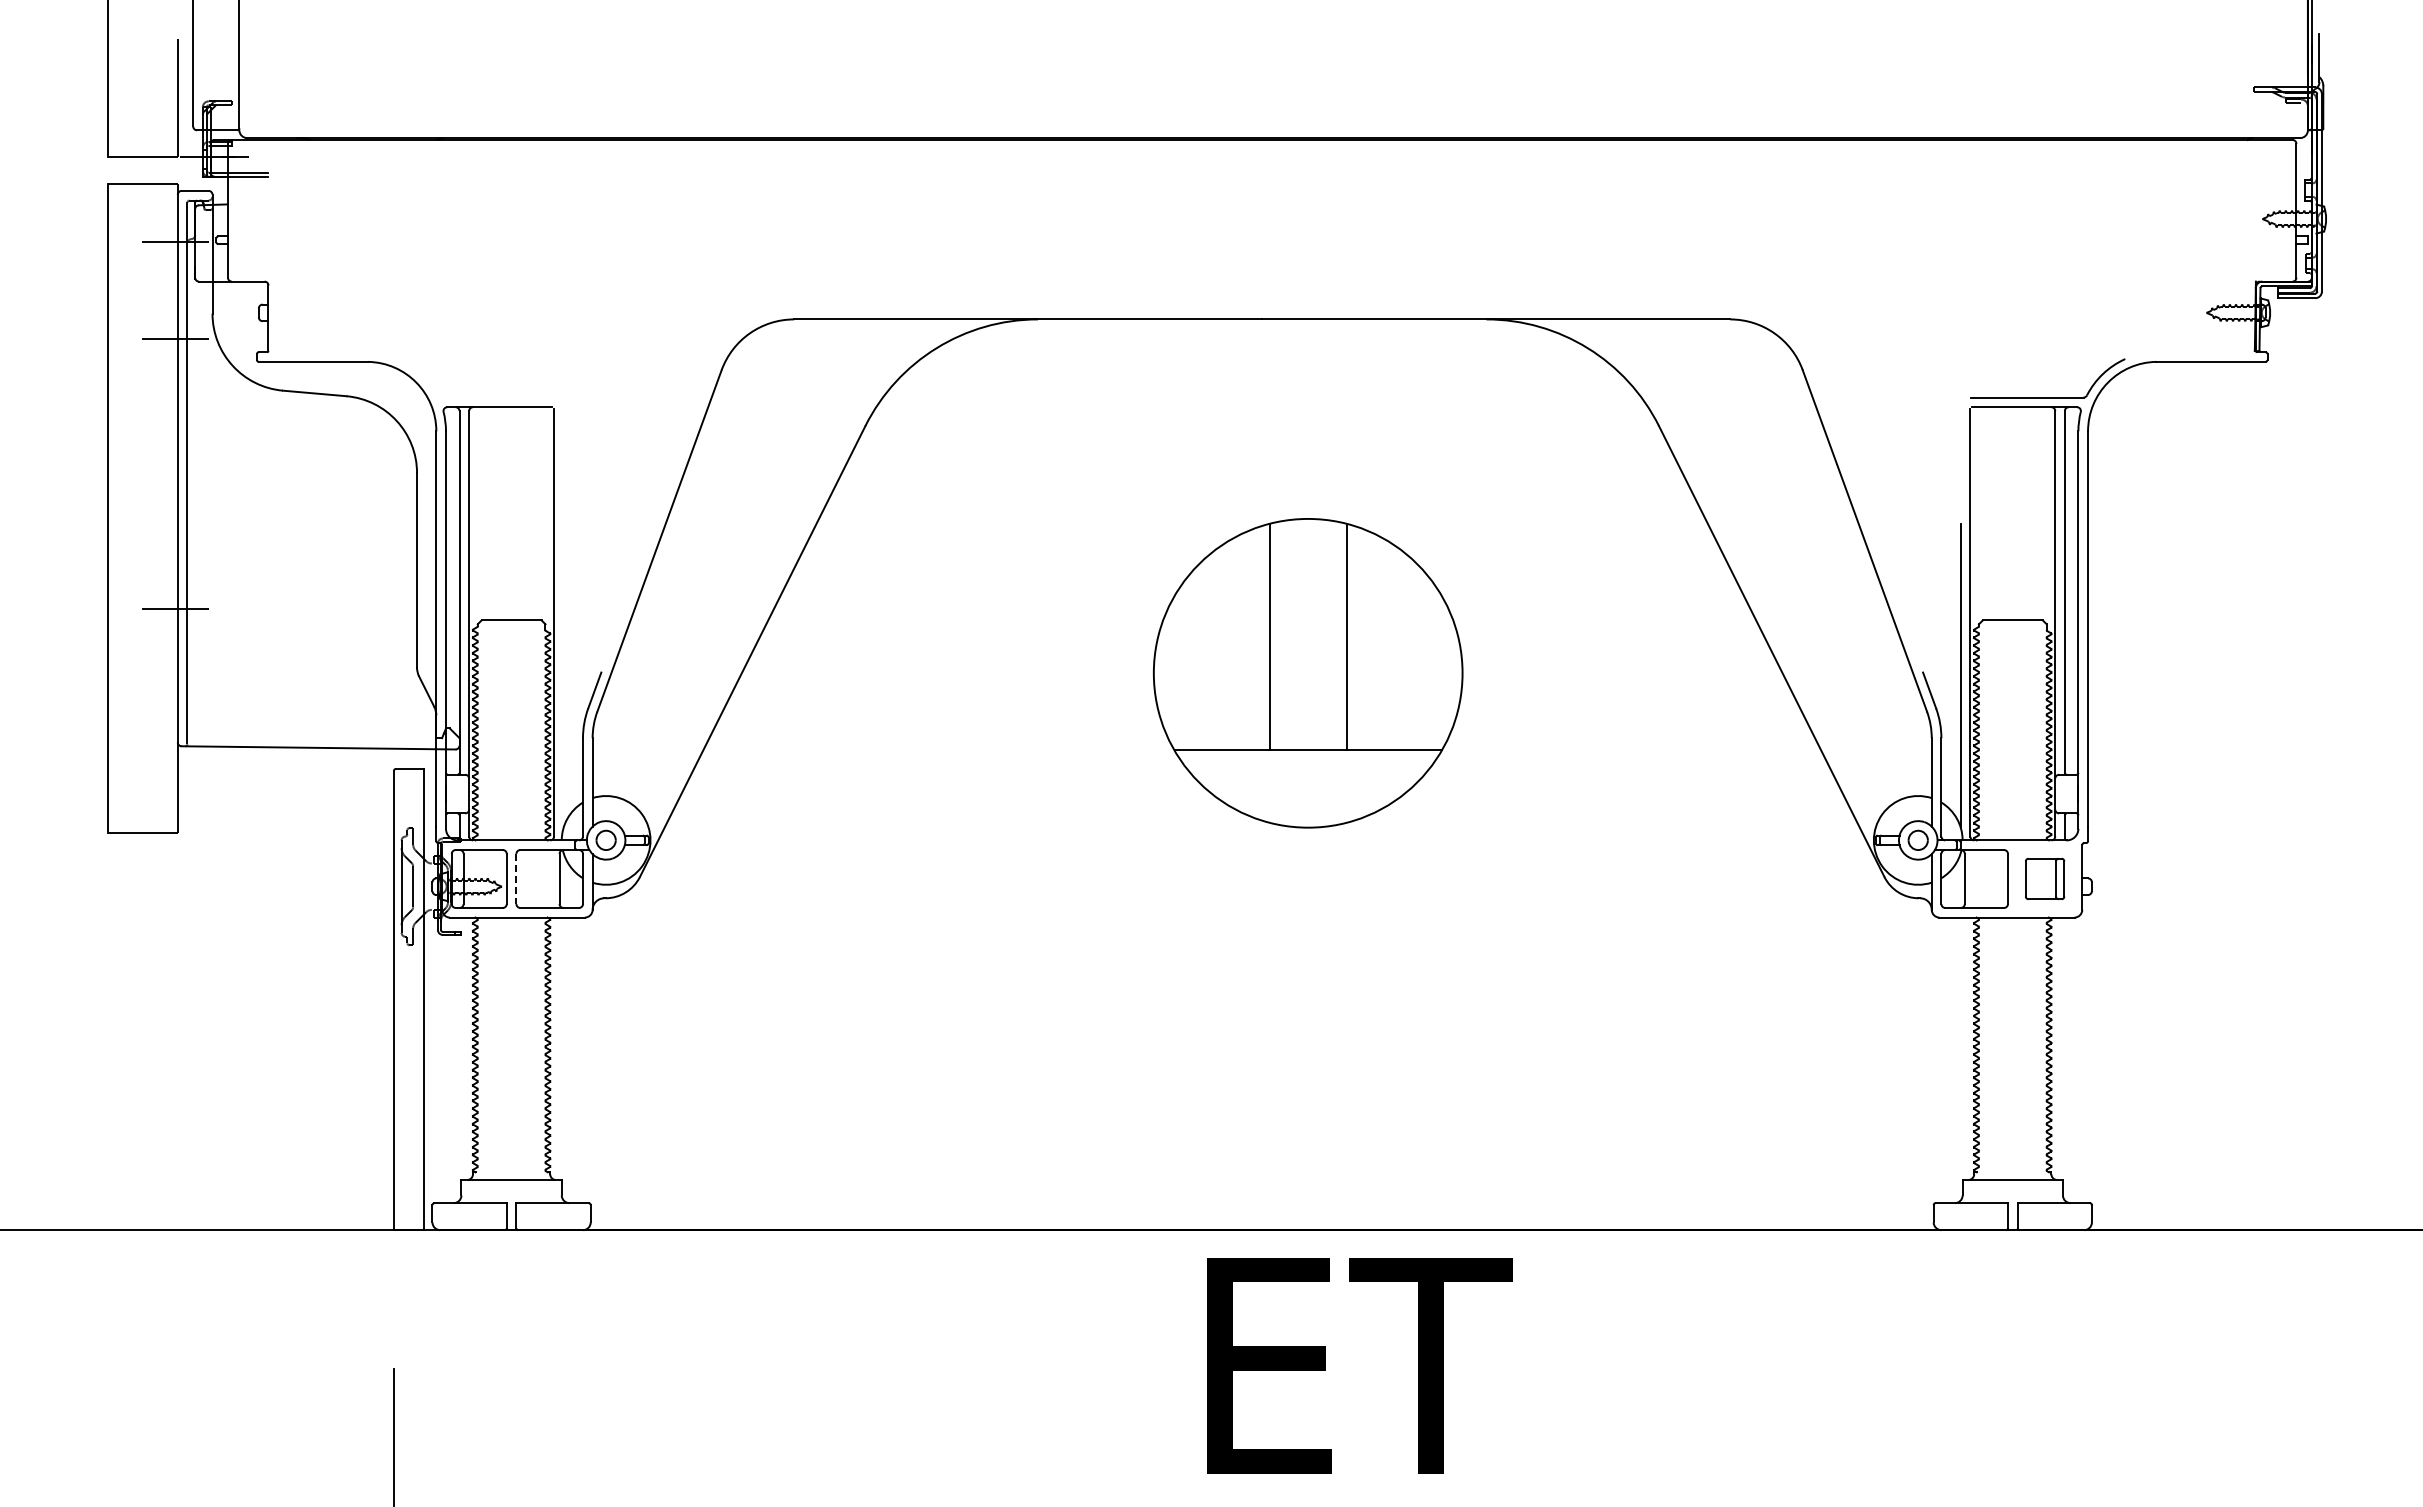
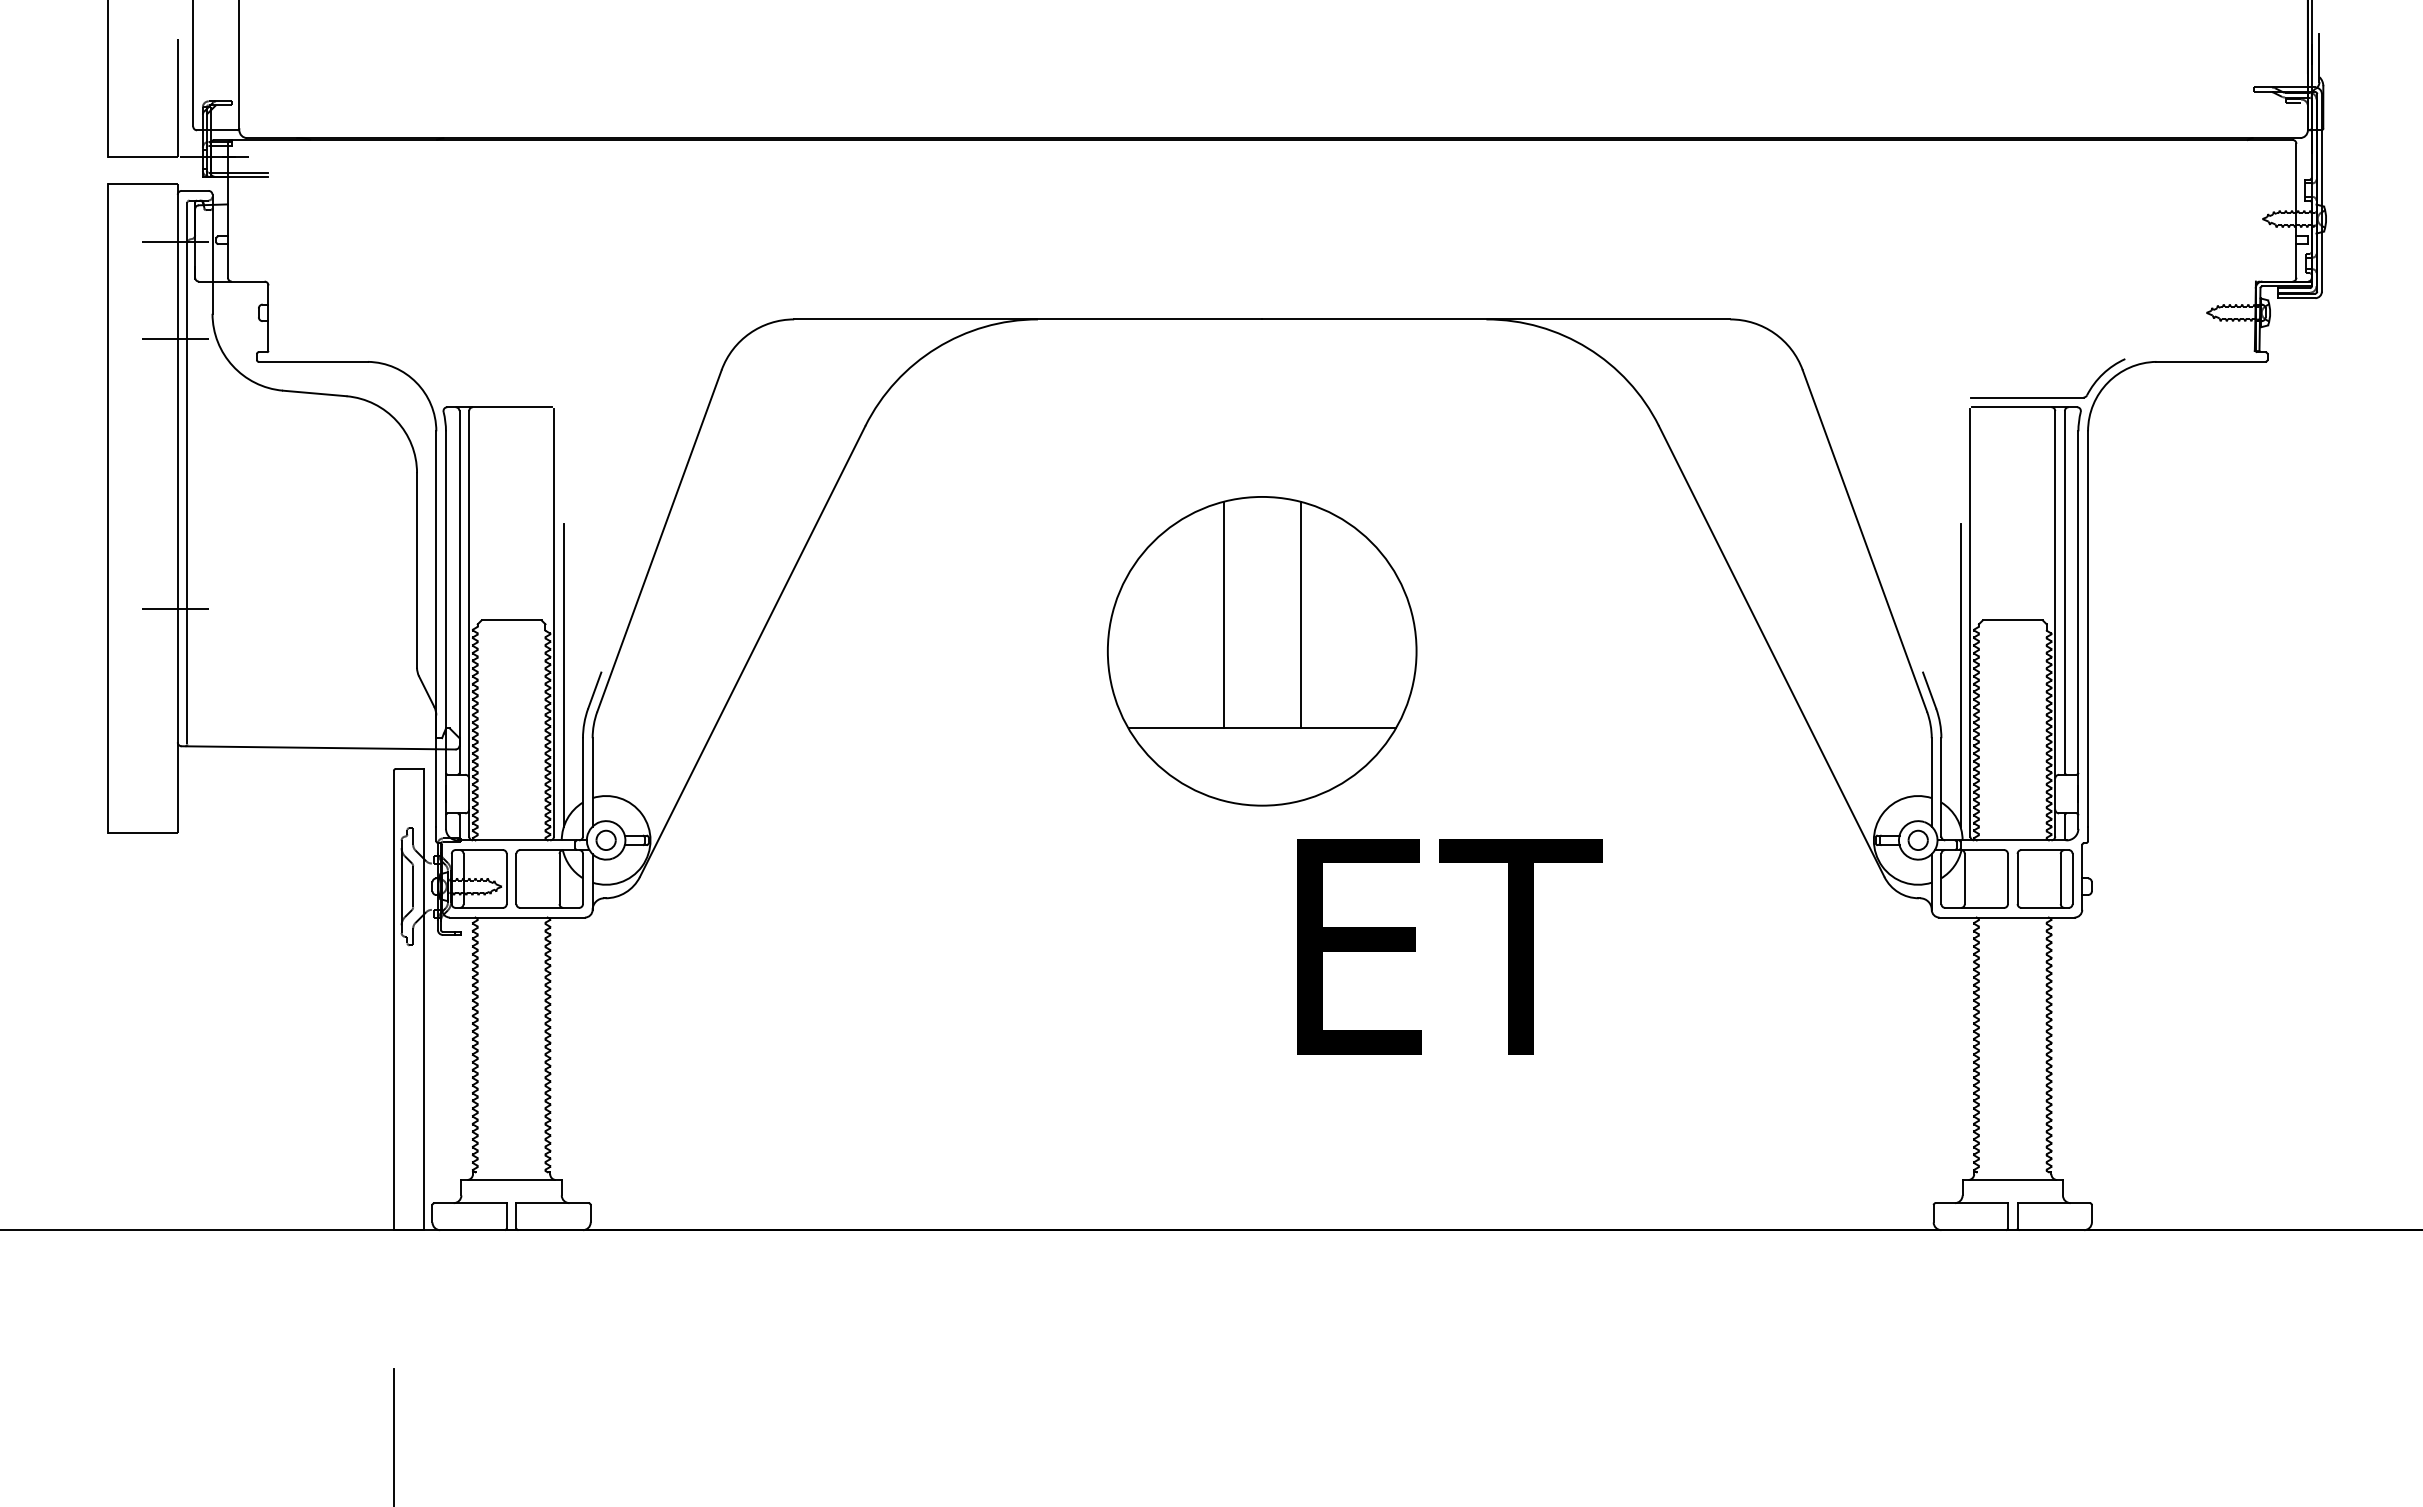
part at (1308, 673) position: (1308, 673) -> (1262, 651)
line at (563, 675): none -> present
part at (2045, 878) size: 41x44 px -> 58x60 px
line at (516, 879): dashed -> solid
text at (1359, 1365) position: (1359, 1365) -> (1449, 946)
